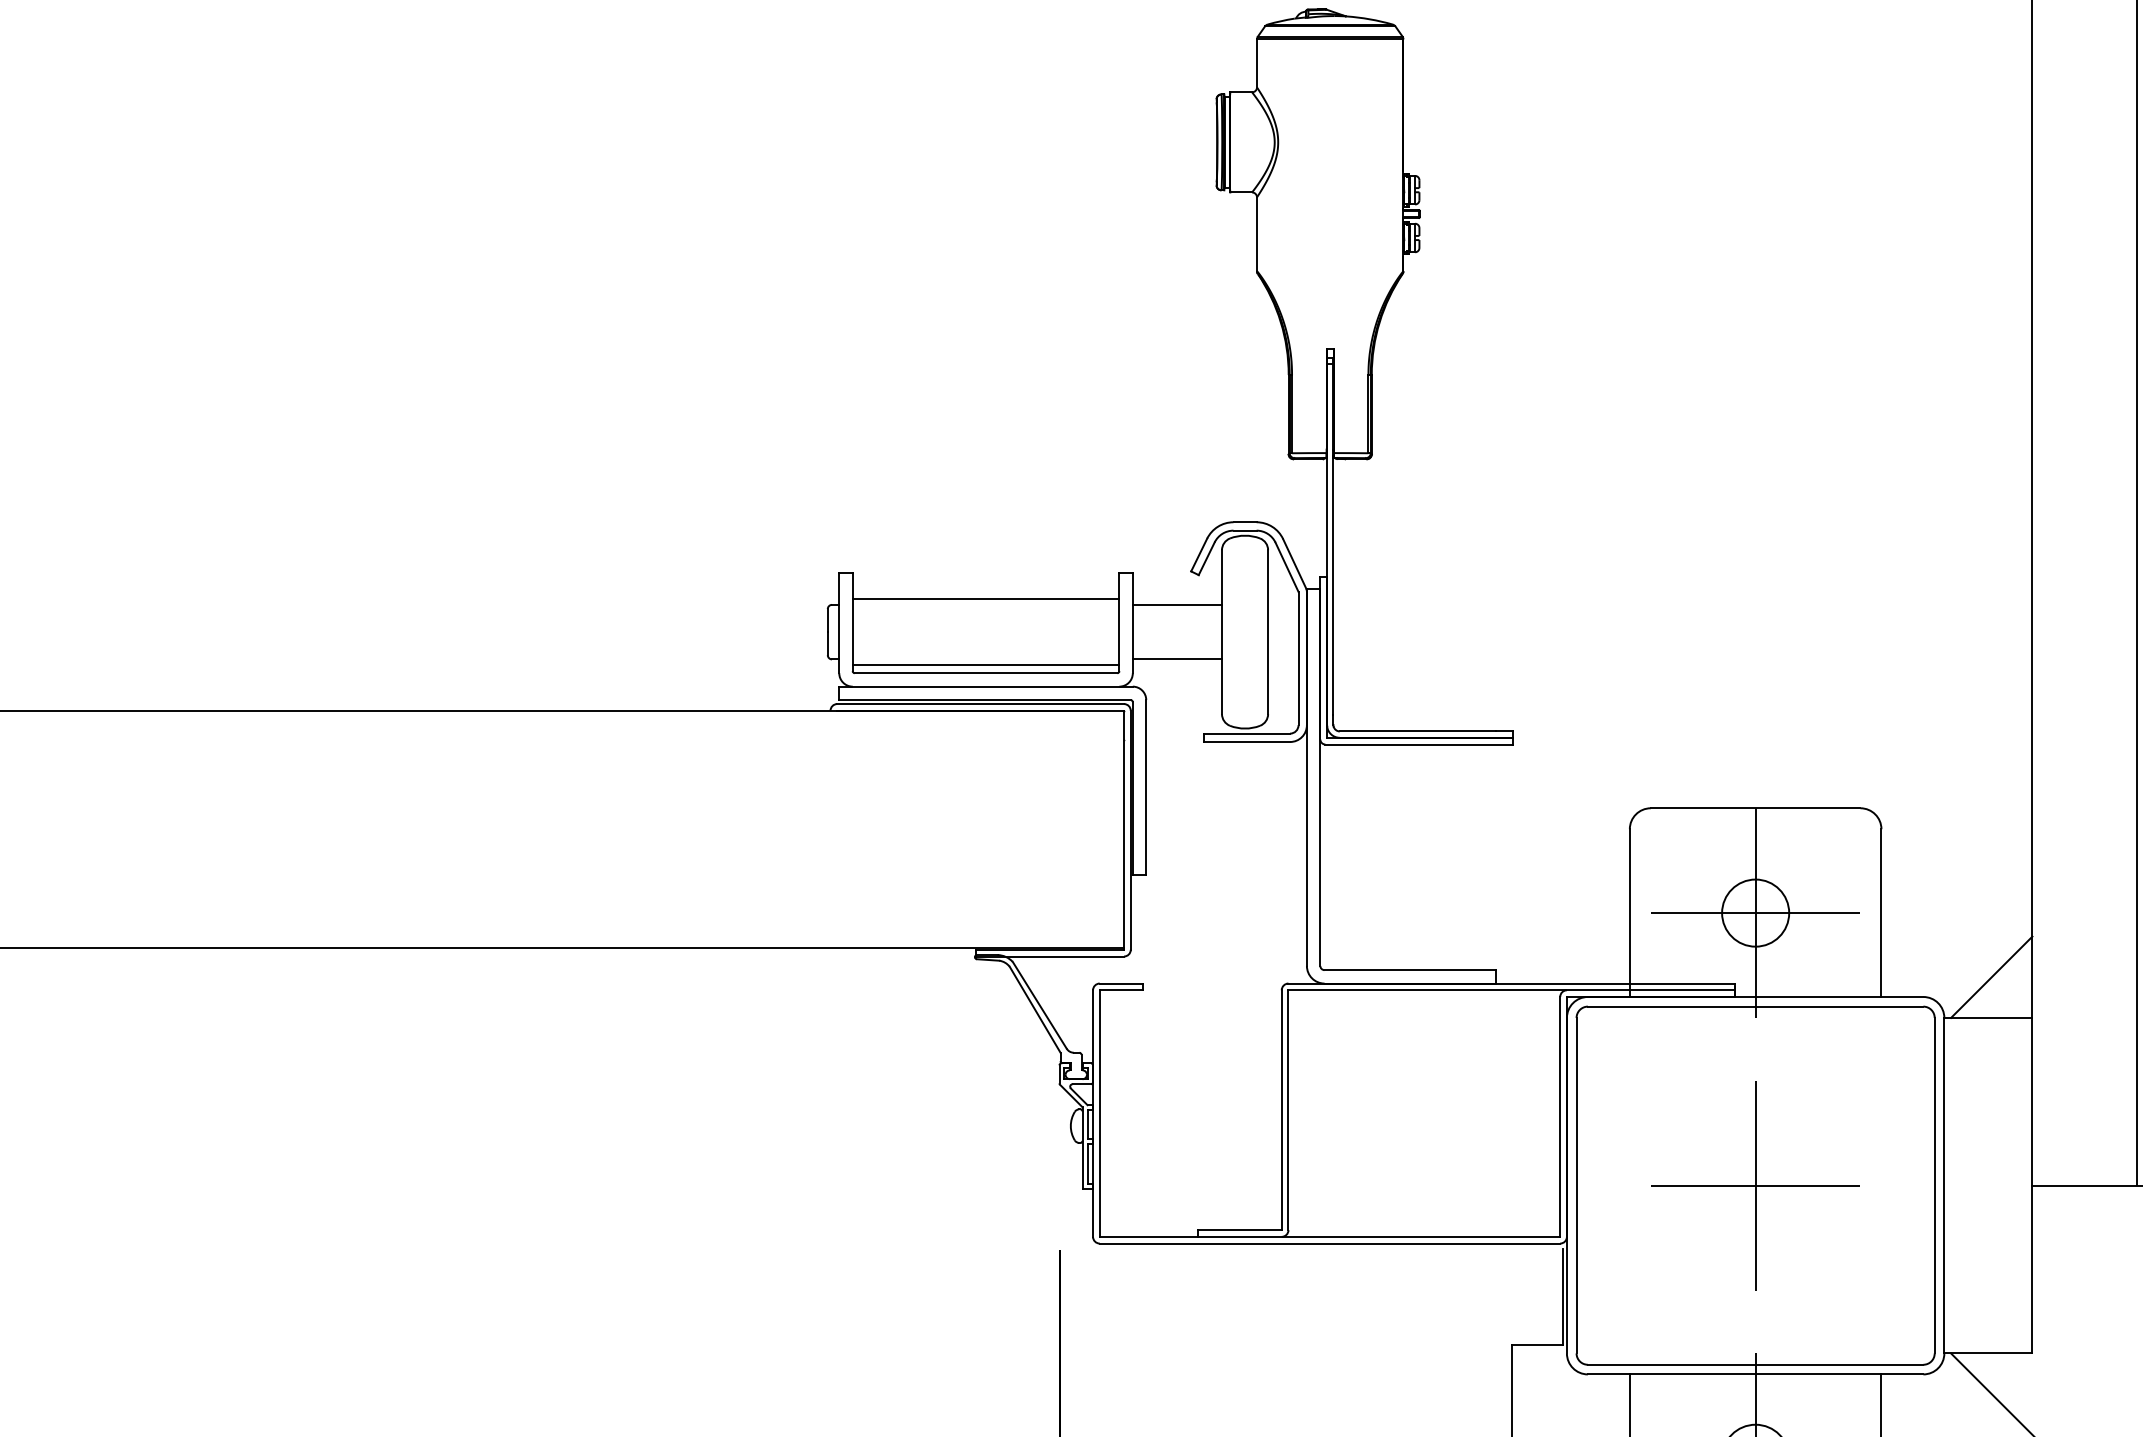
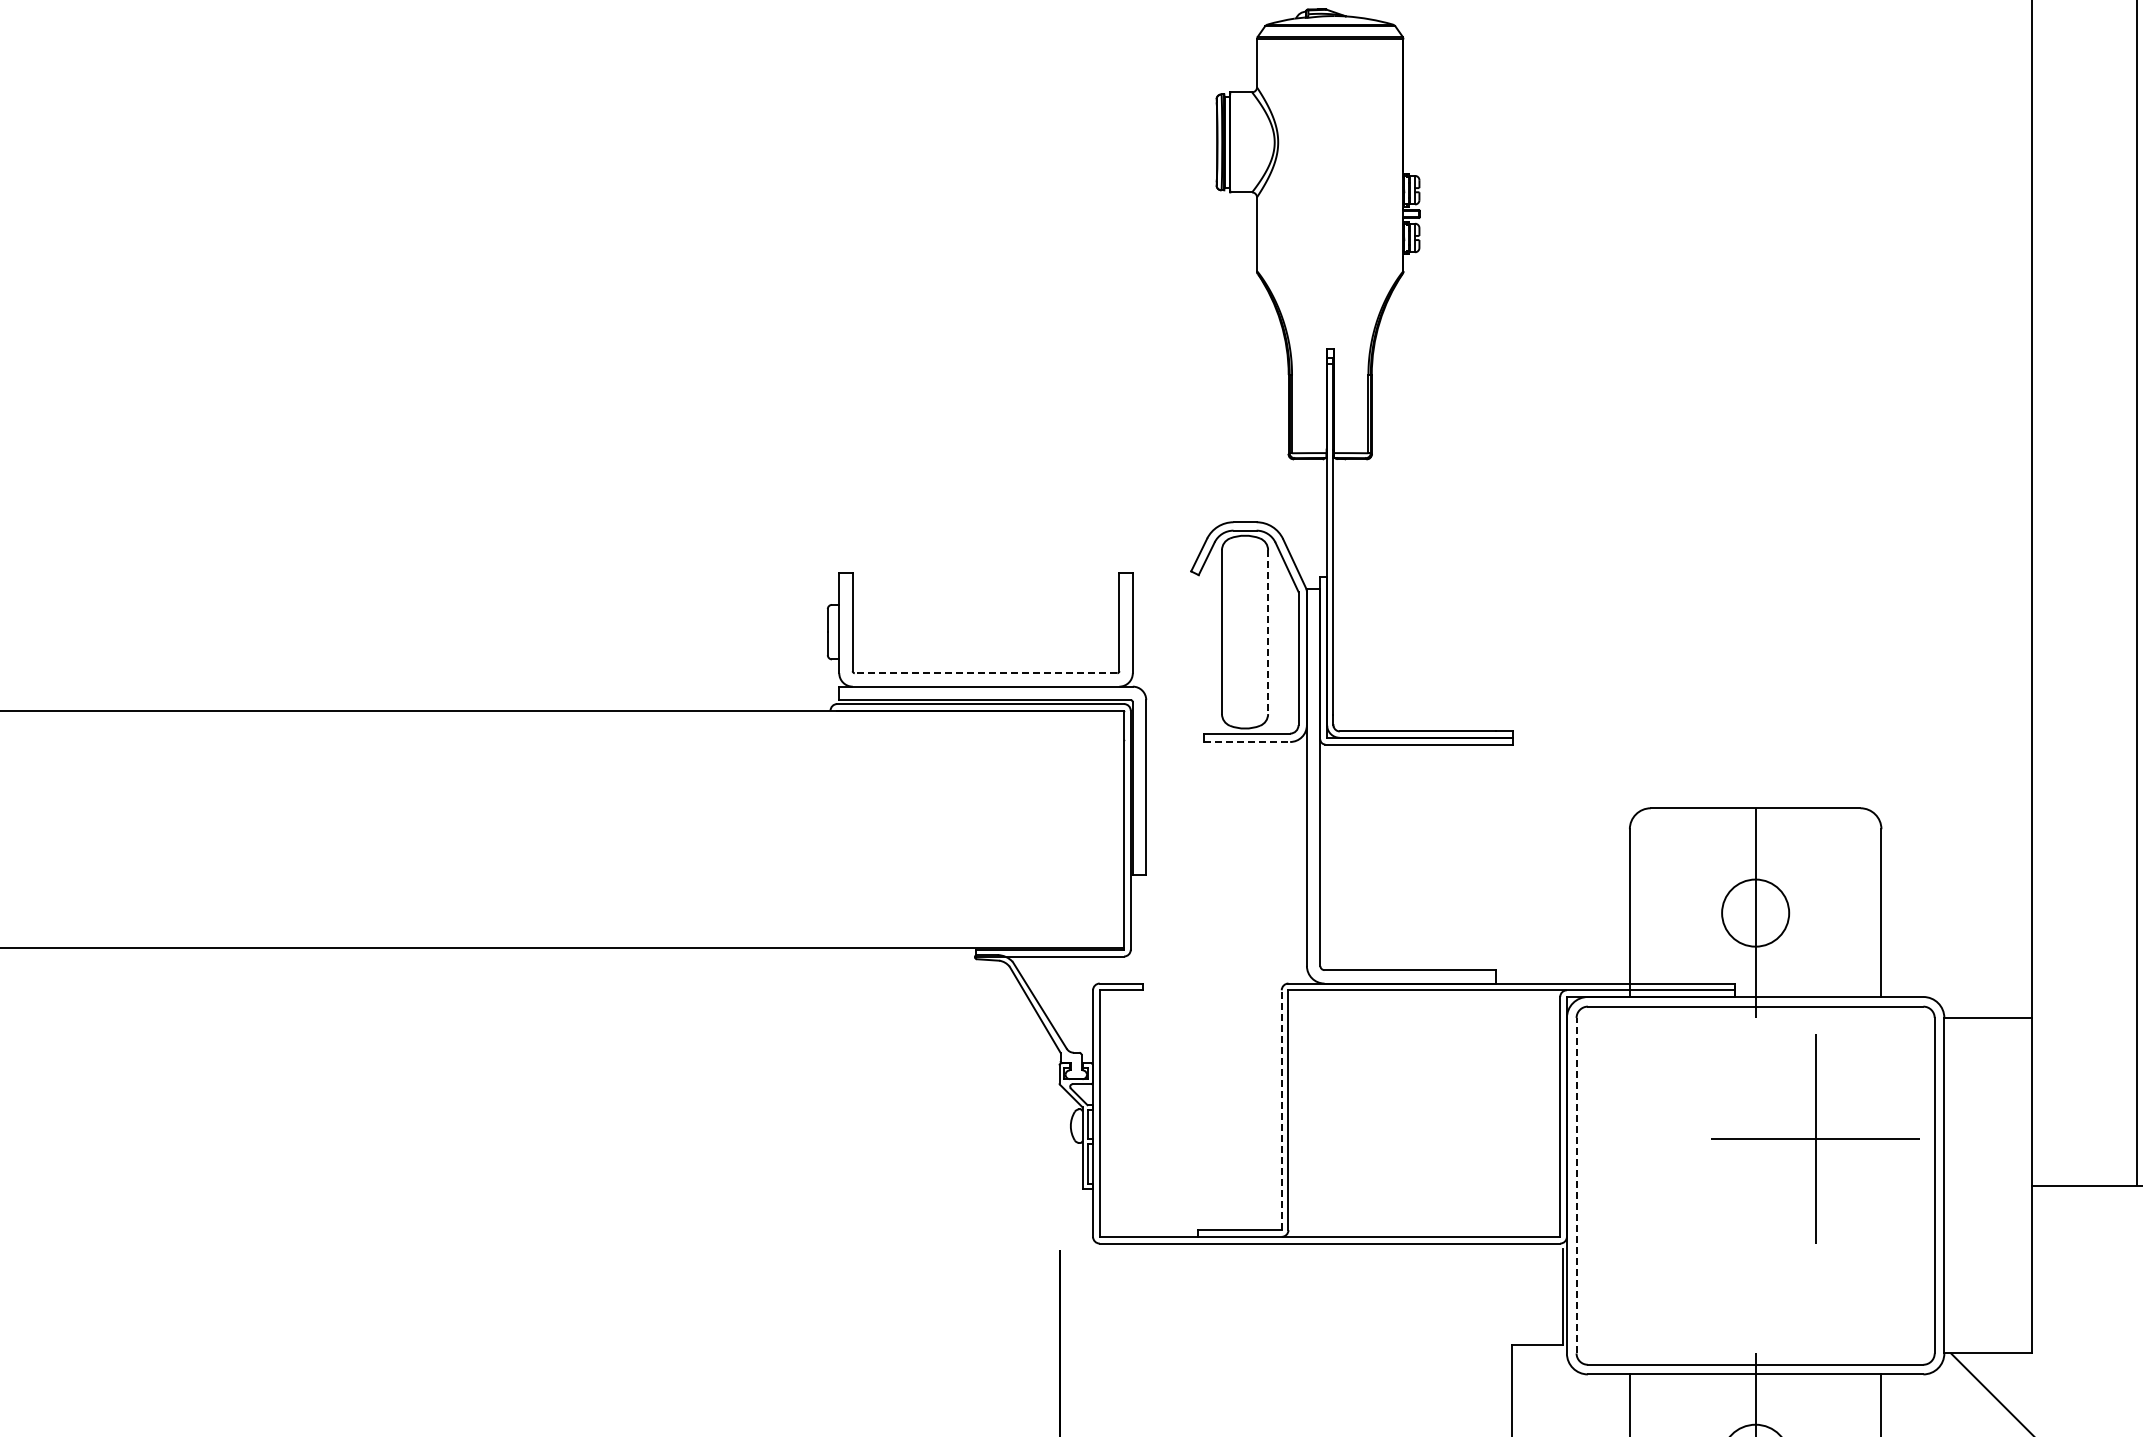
line at (985, 598): present -> none
line at (1177, 604): present -> none
line at (1268, 632): solid -> dashed
line at (1177, 659): present -> none
line at (985, 665): present -> none
line at (985, 673): solid -> dashed
line at (1247, 742): solid -> dashed
line at (1755, 913): present -> none
line at (1991, 976): present -> none
line at (1281, 1110): solid -> dashed
line at (1576, 1185): solid -> dashed
part at (1755, 1185) position: (1755, 1185) -> (1815, 1138)
